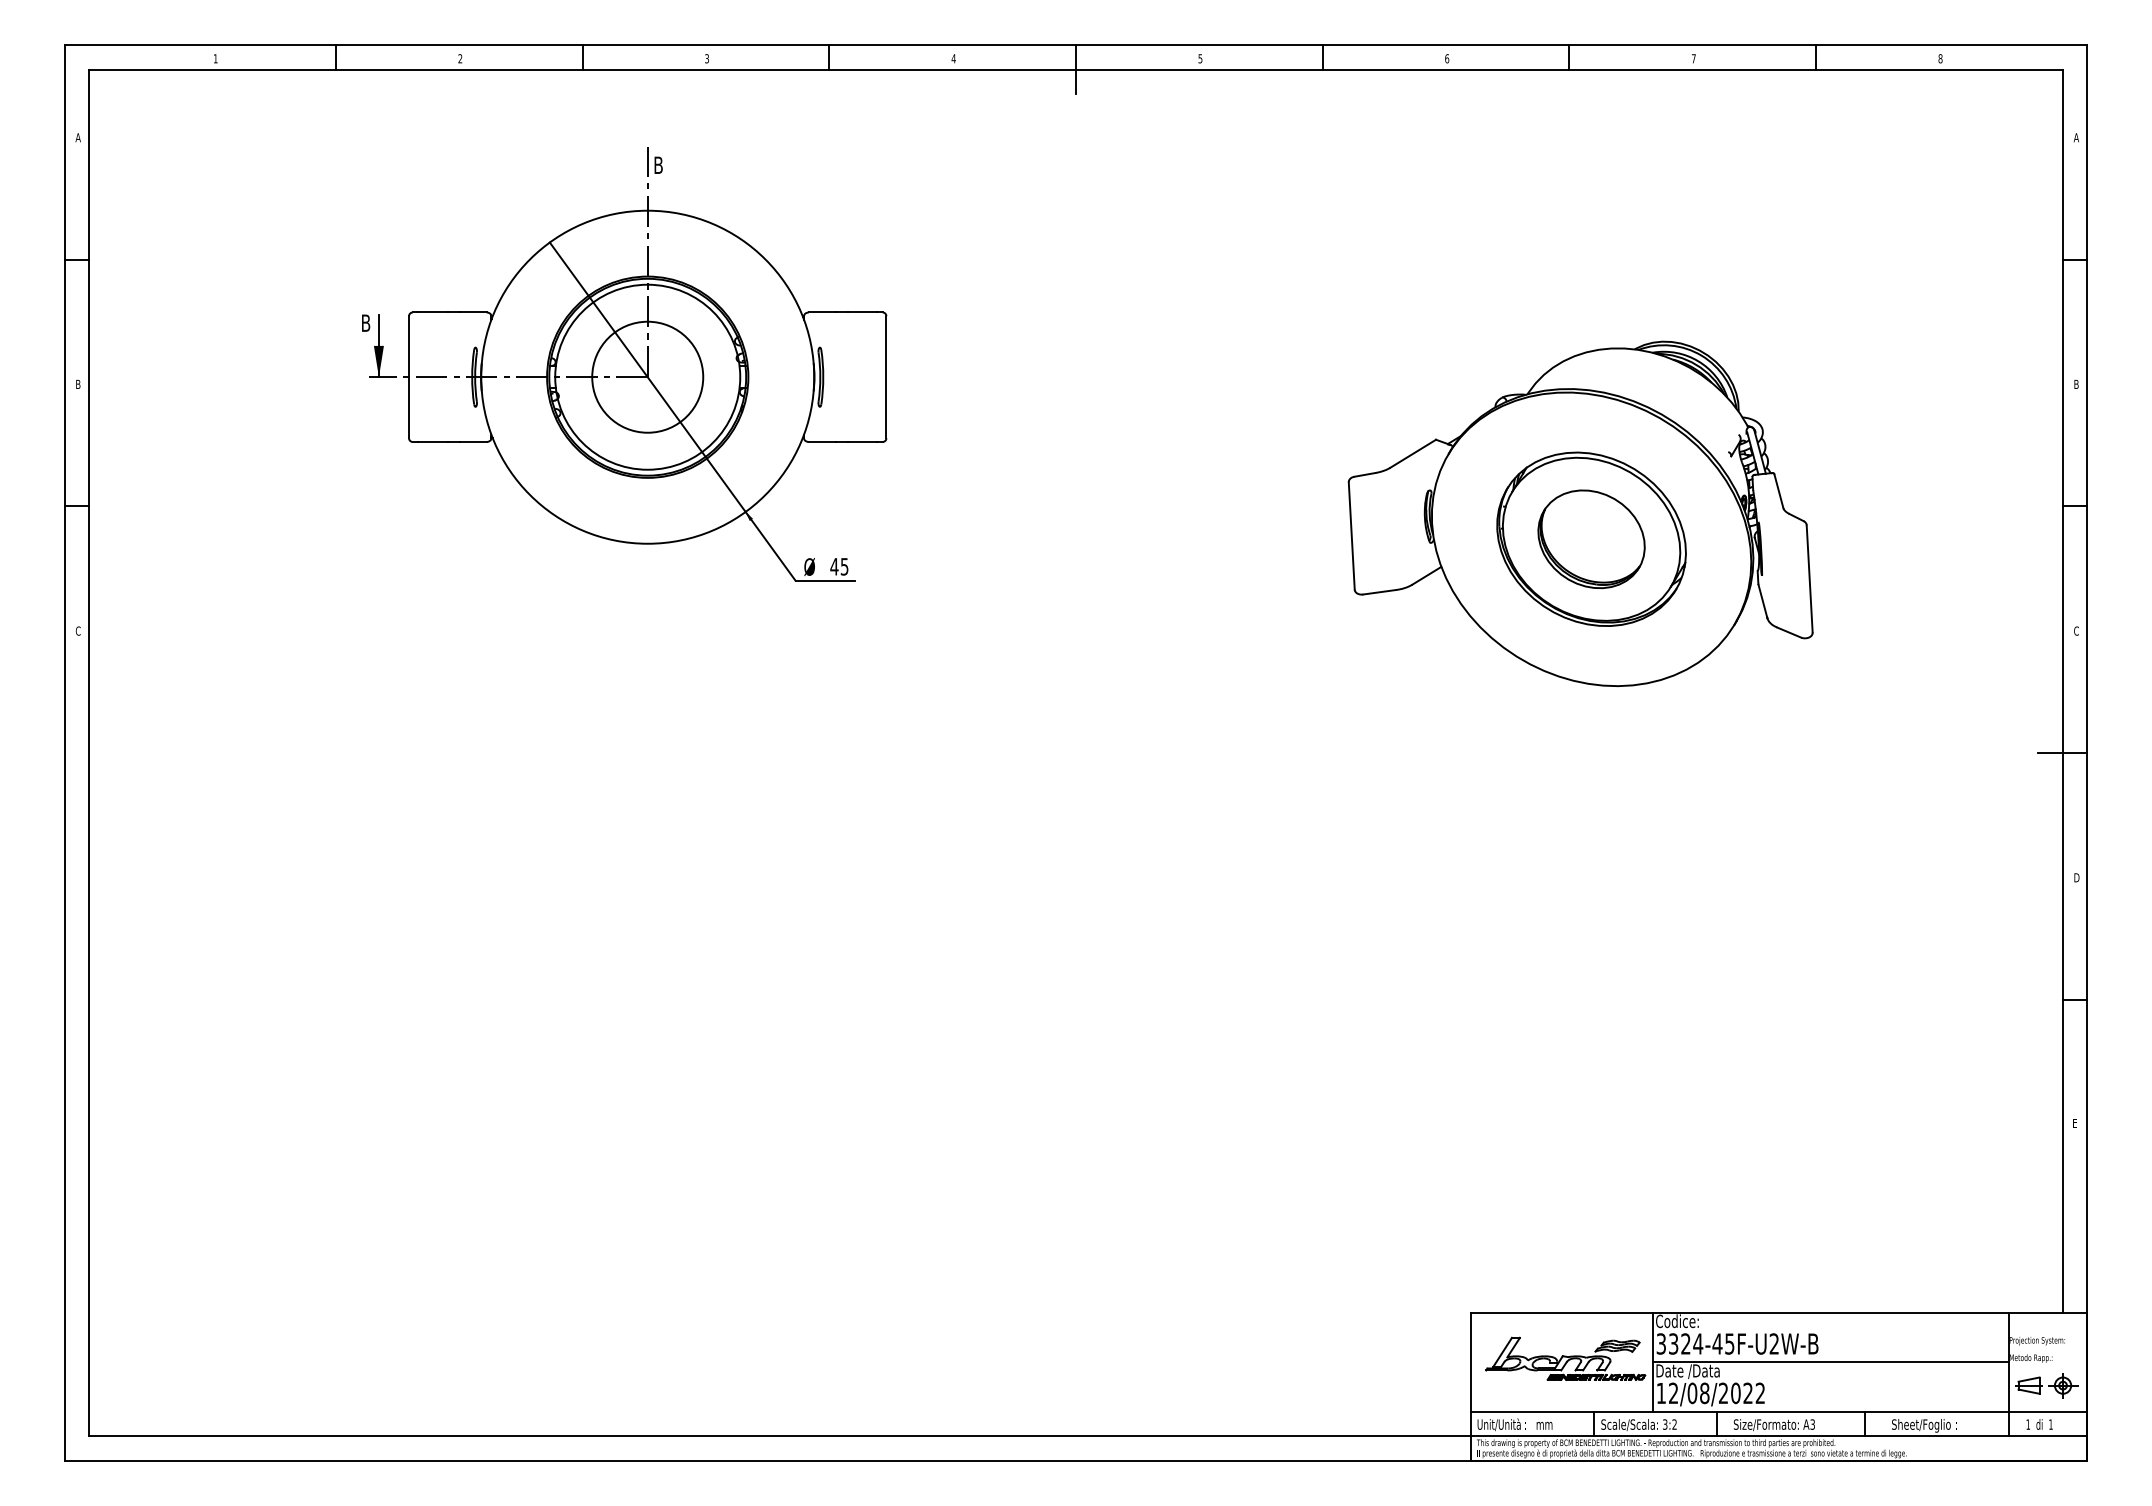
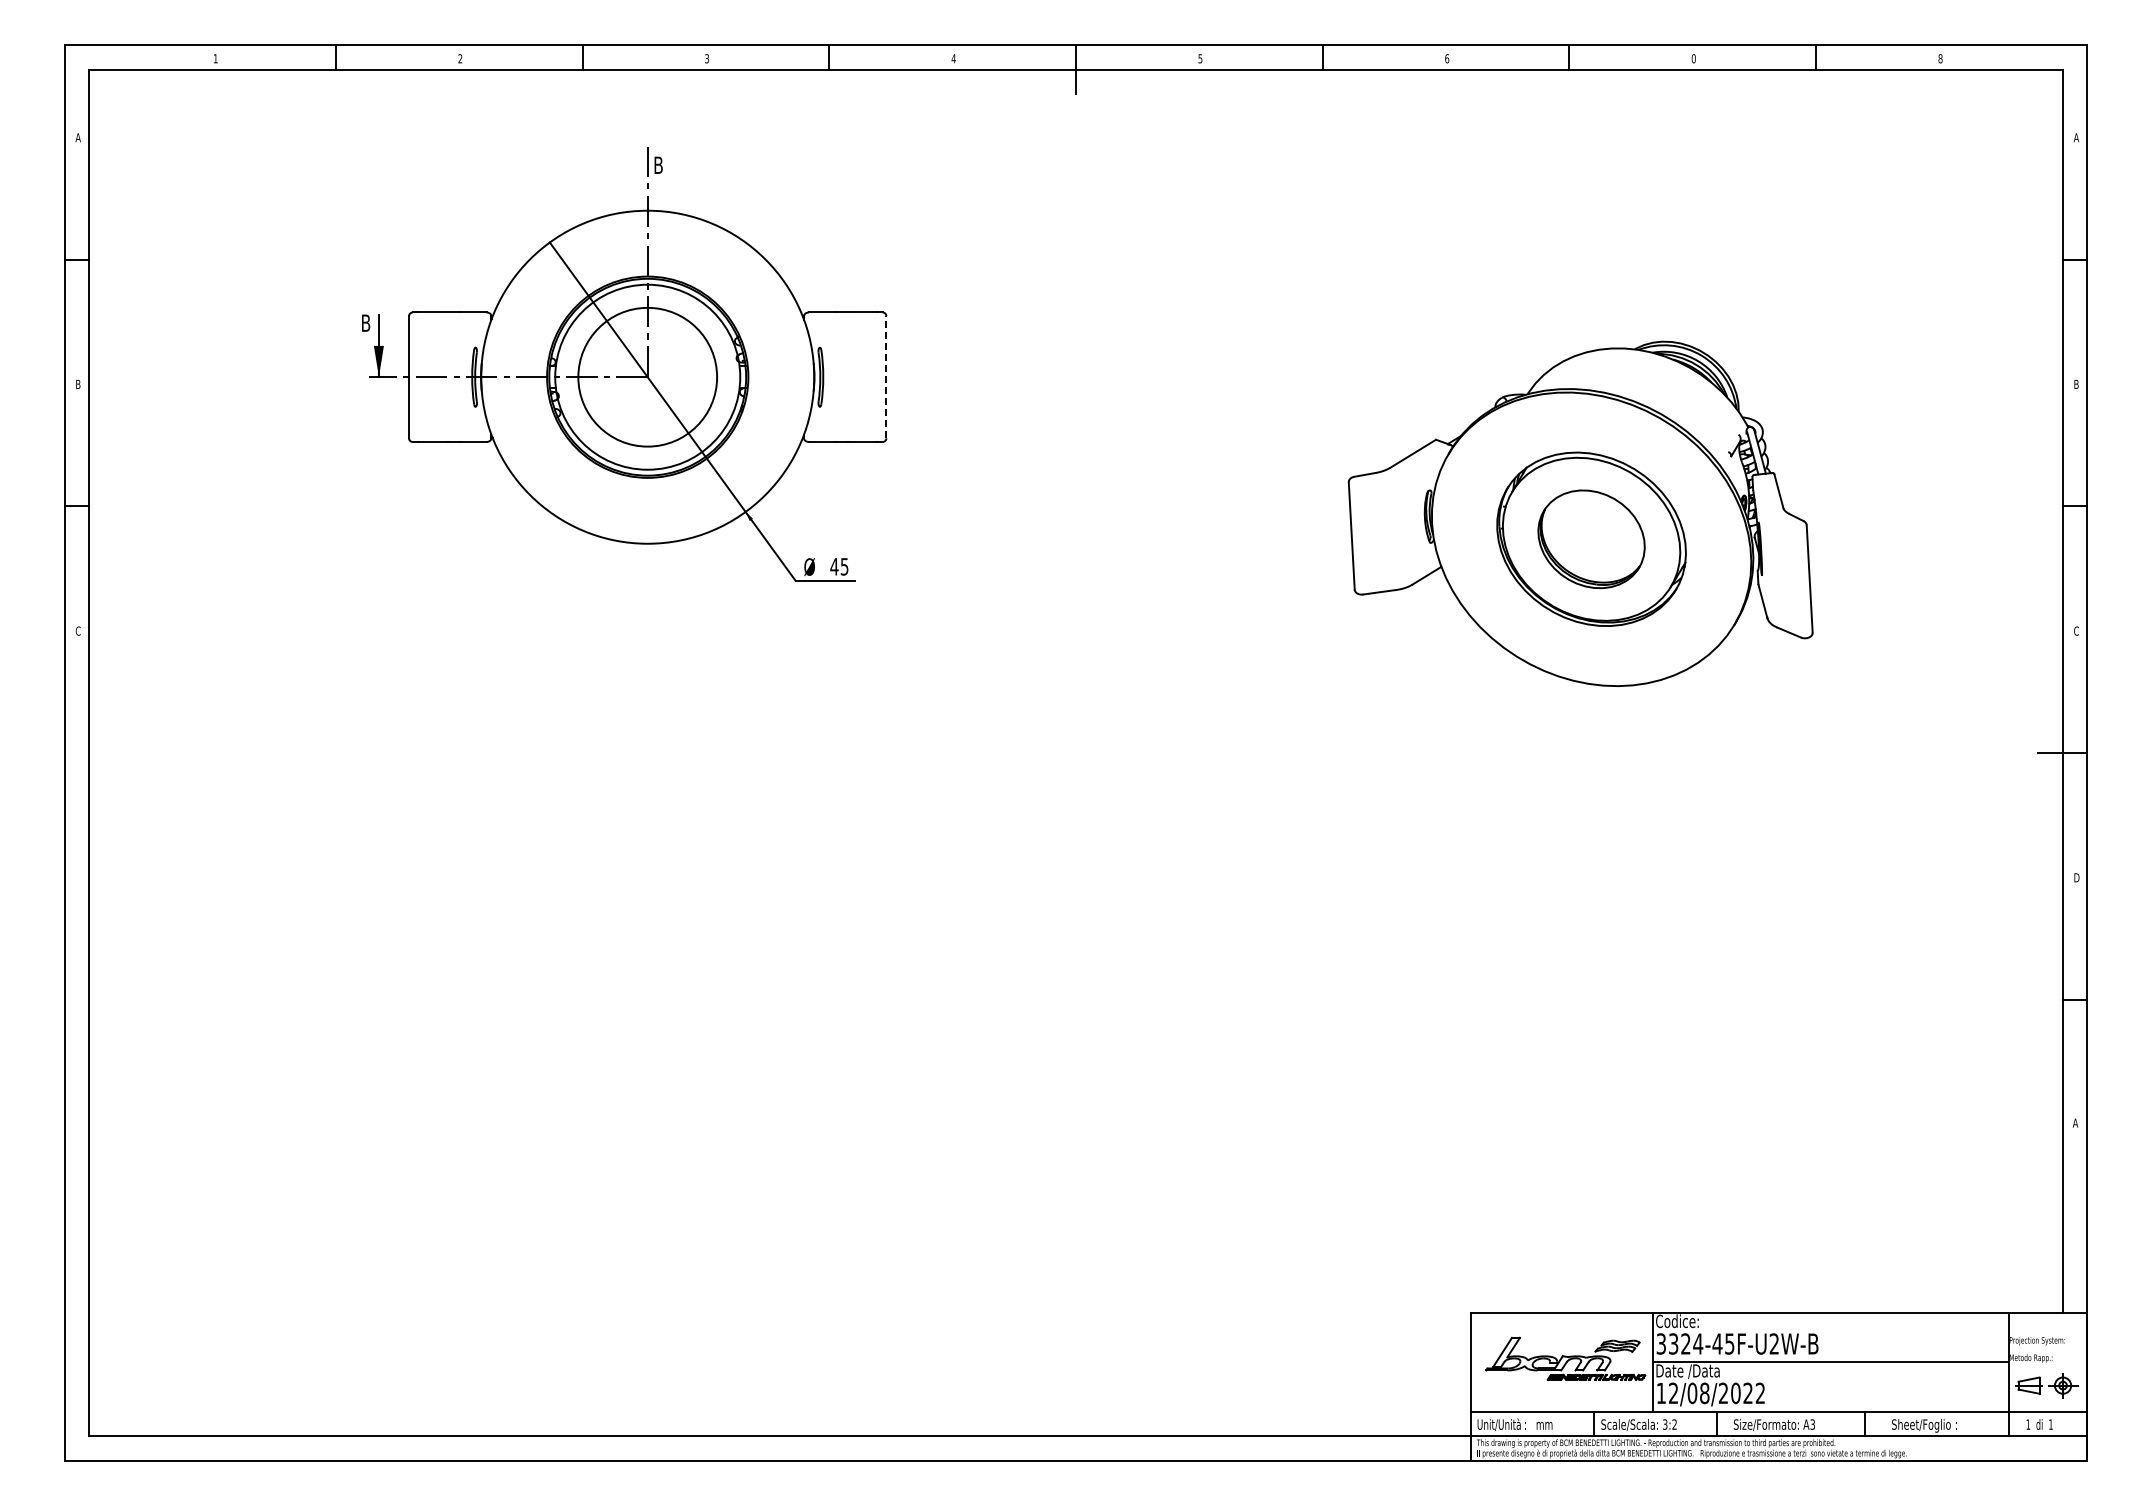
text at (1693, 58): 7 -> 0
circle at (647, 376) diameter: 111 px -> 139 px
line at (886, 376): solid -> dashed
text at (2075, 1122): E -> A
